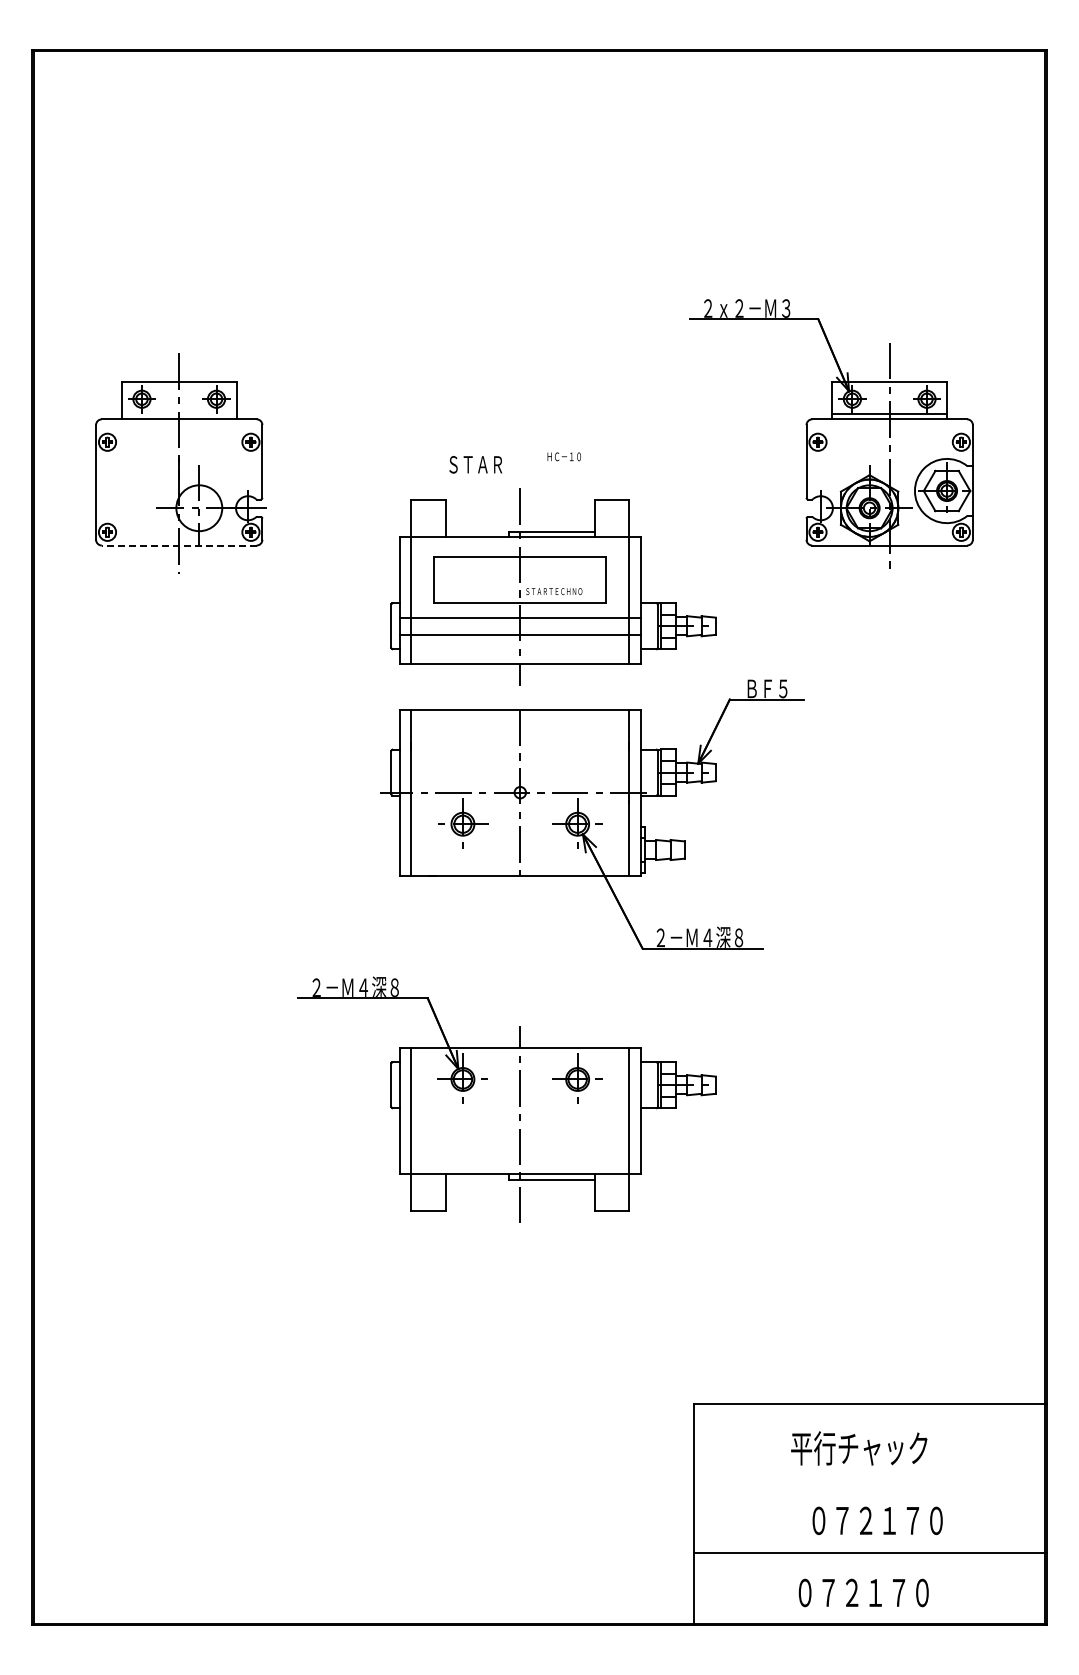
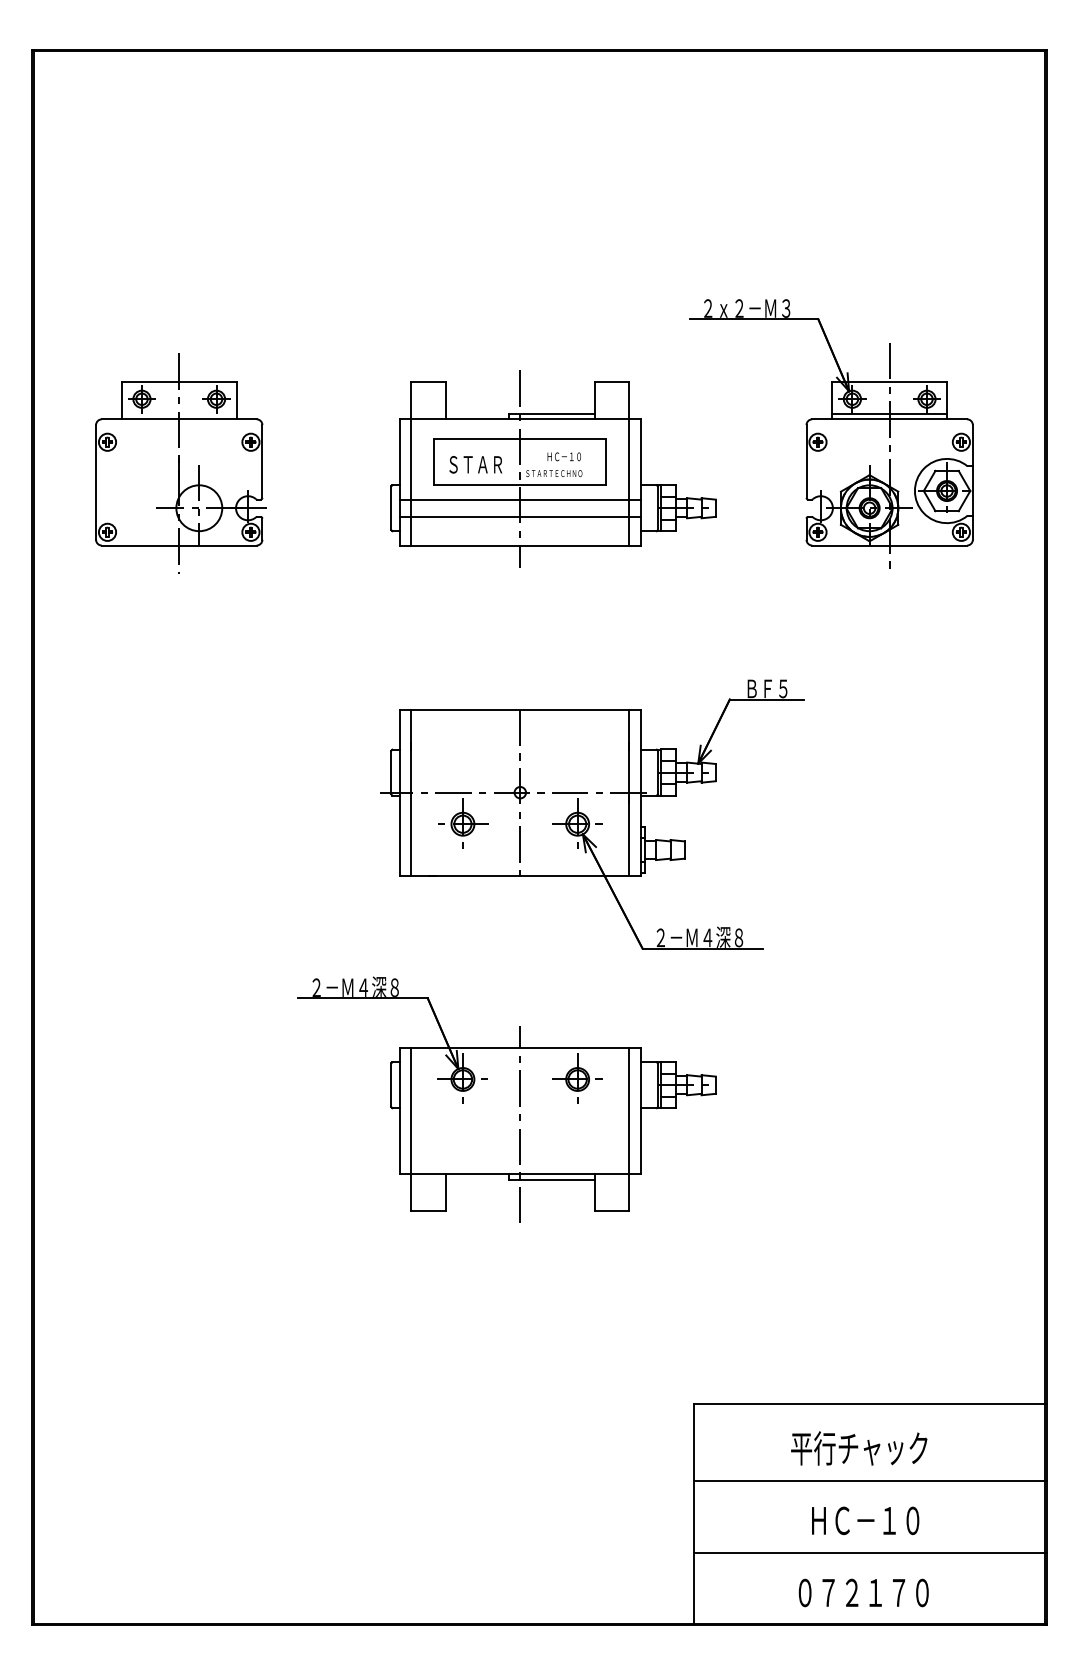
line at (178, 545): dashed -> solid
part at (553, 586) position: (553, 586) -> (553, 468)
line at (869, 1481): none -> present
text at (877, 1520): ０７２１７０ -> ＨＣ－１０
